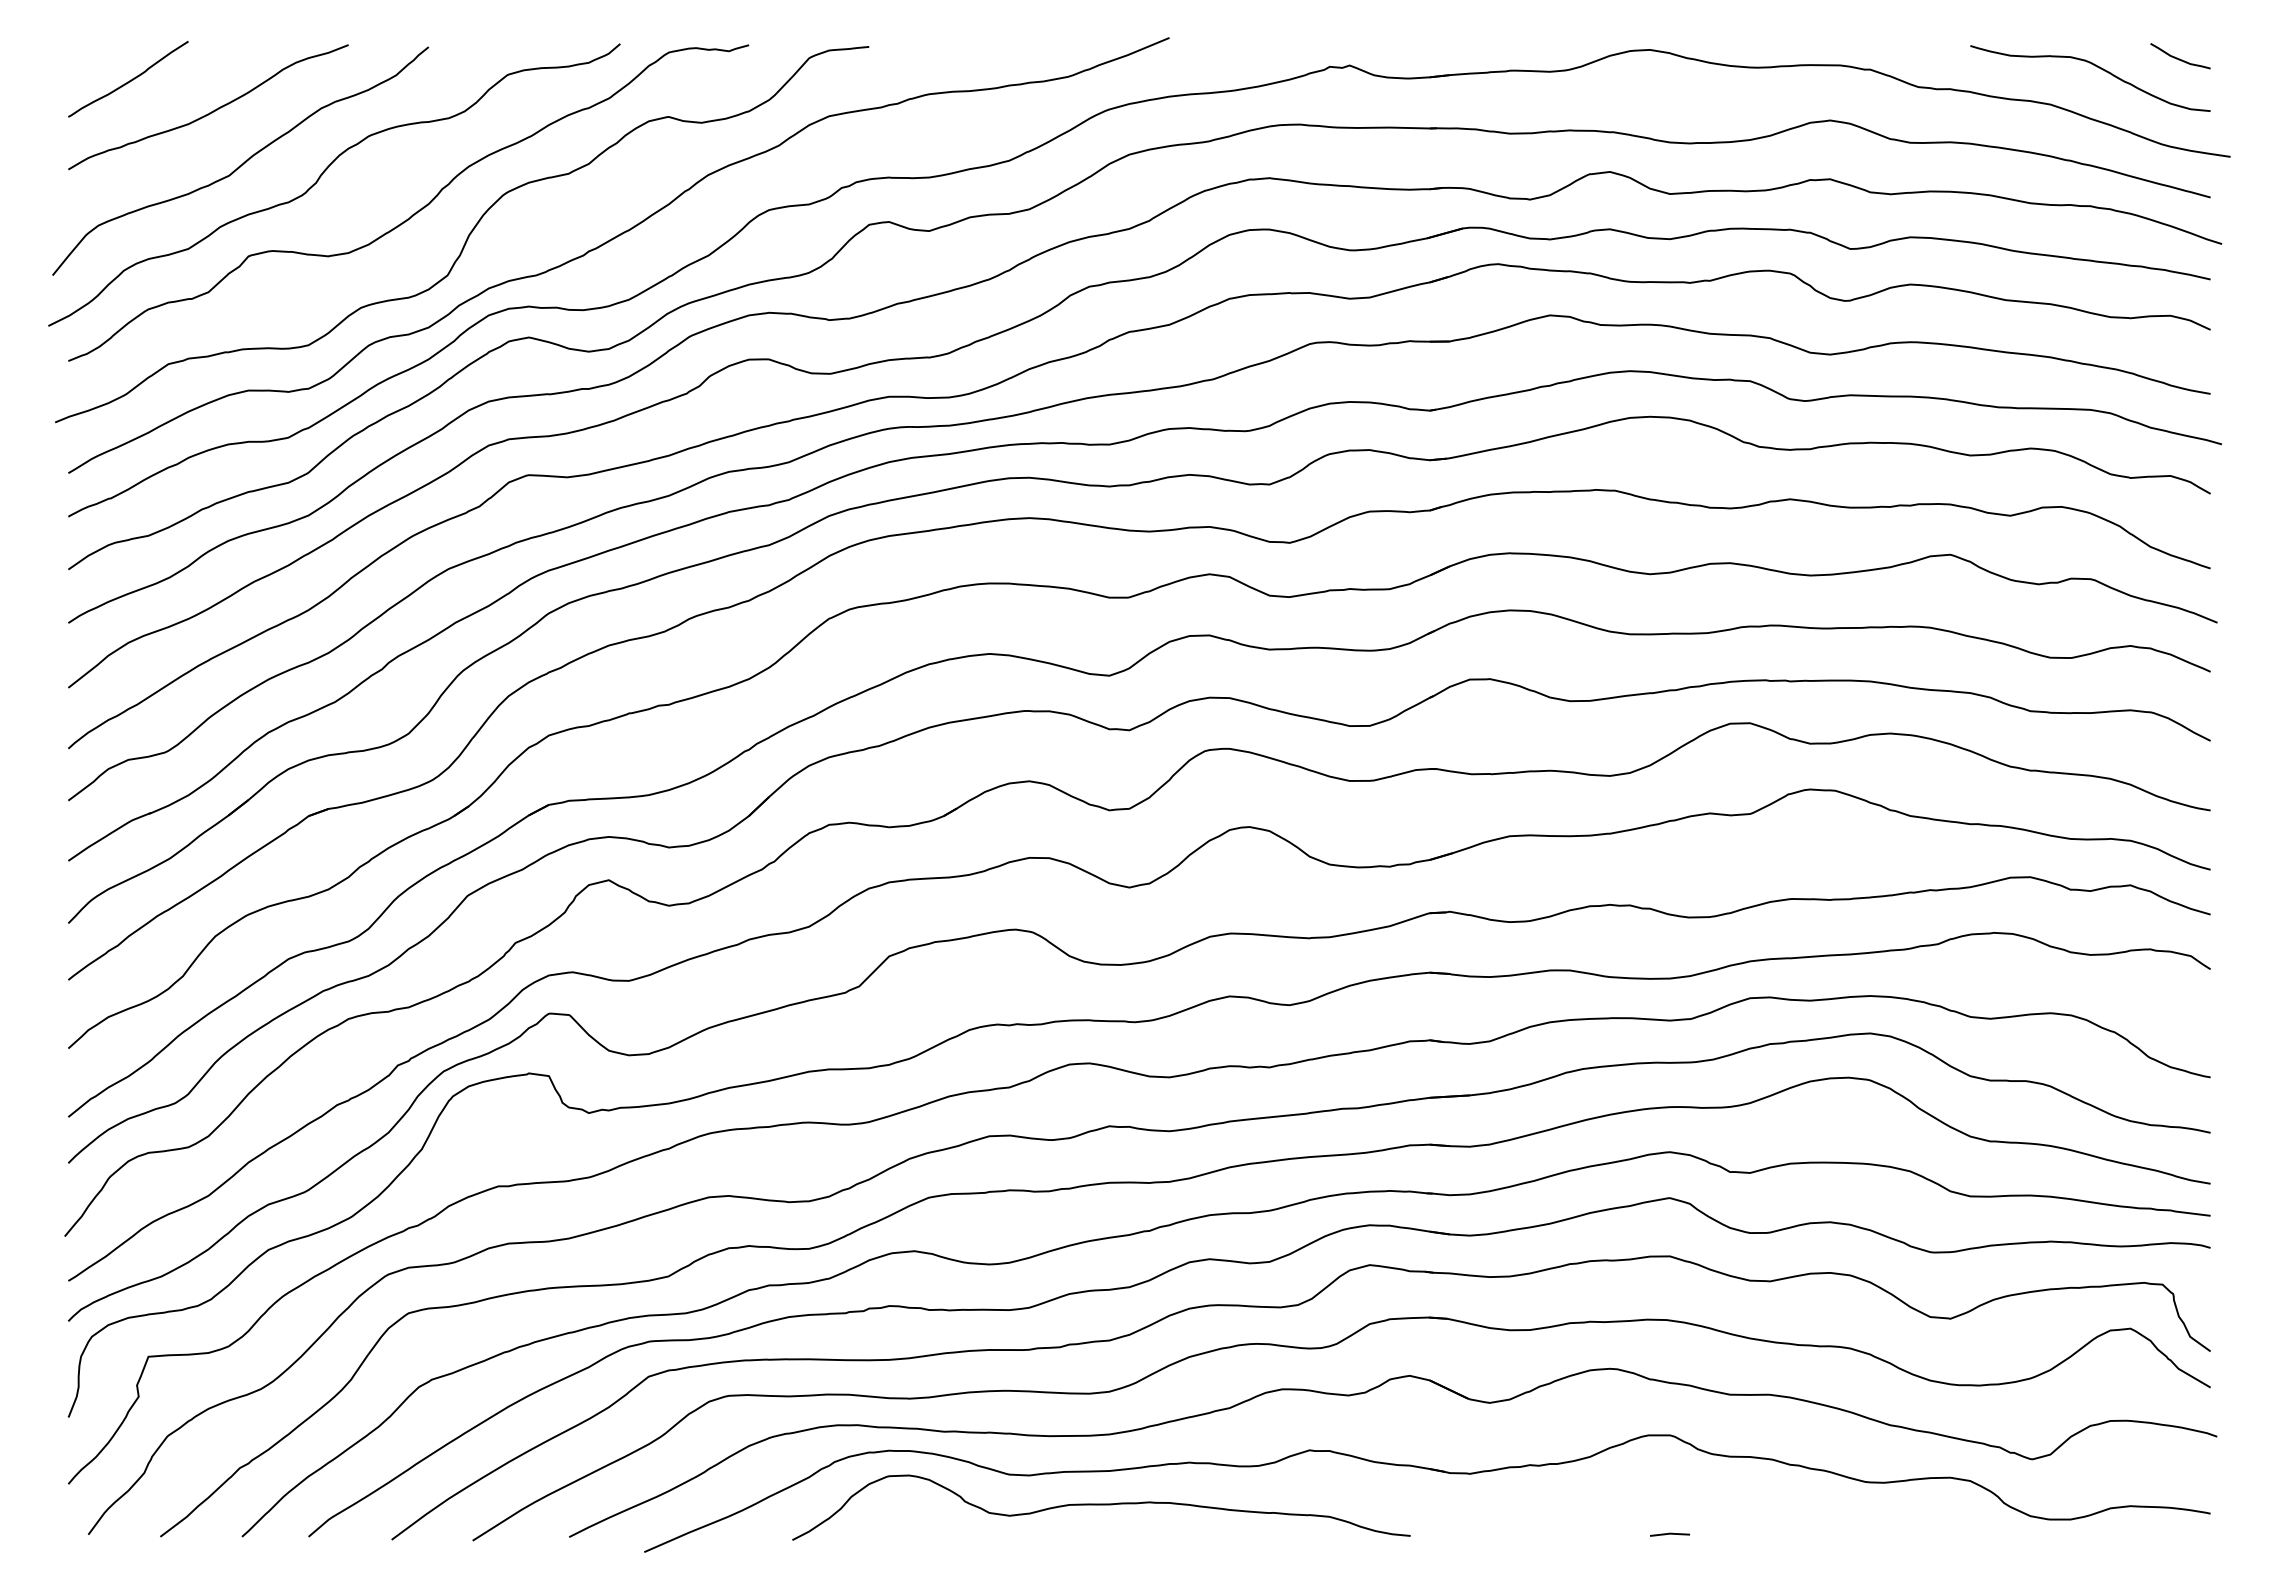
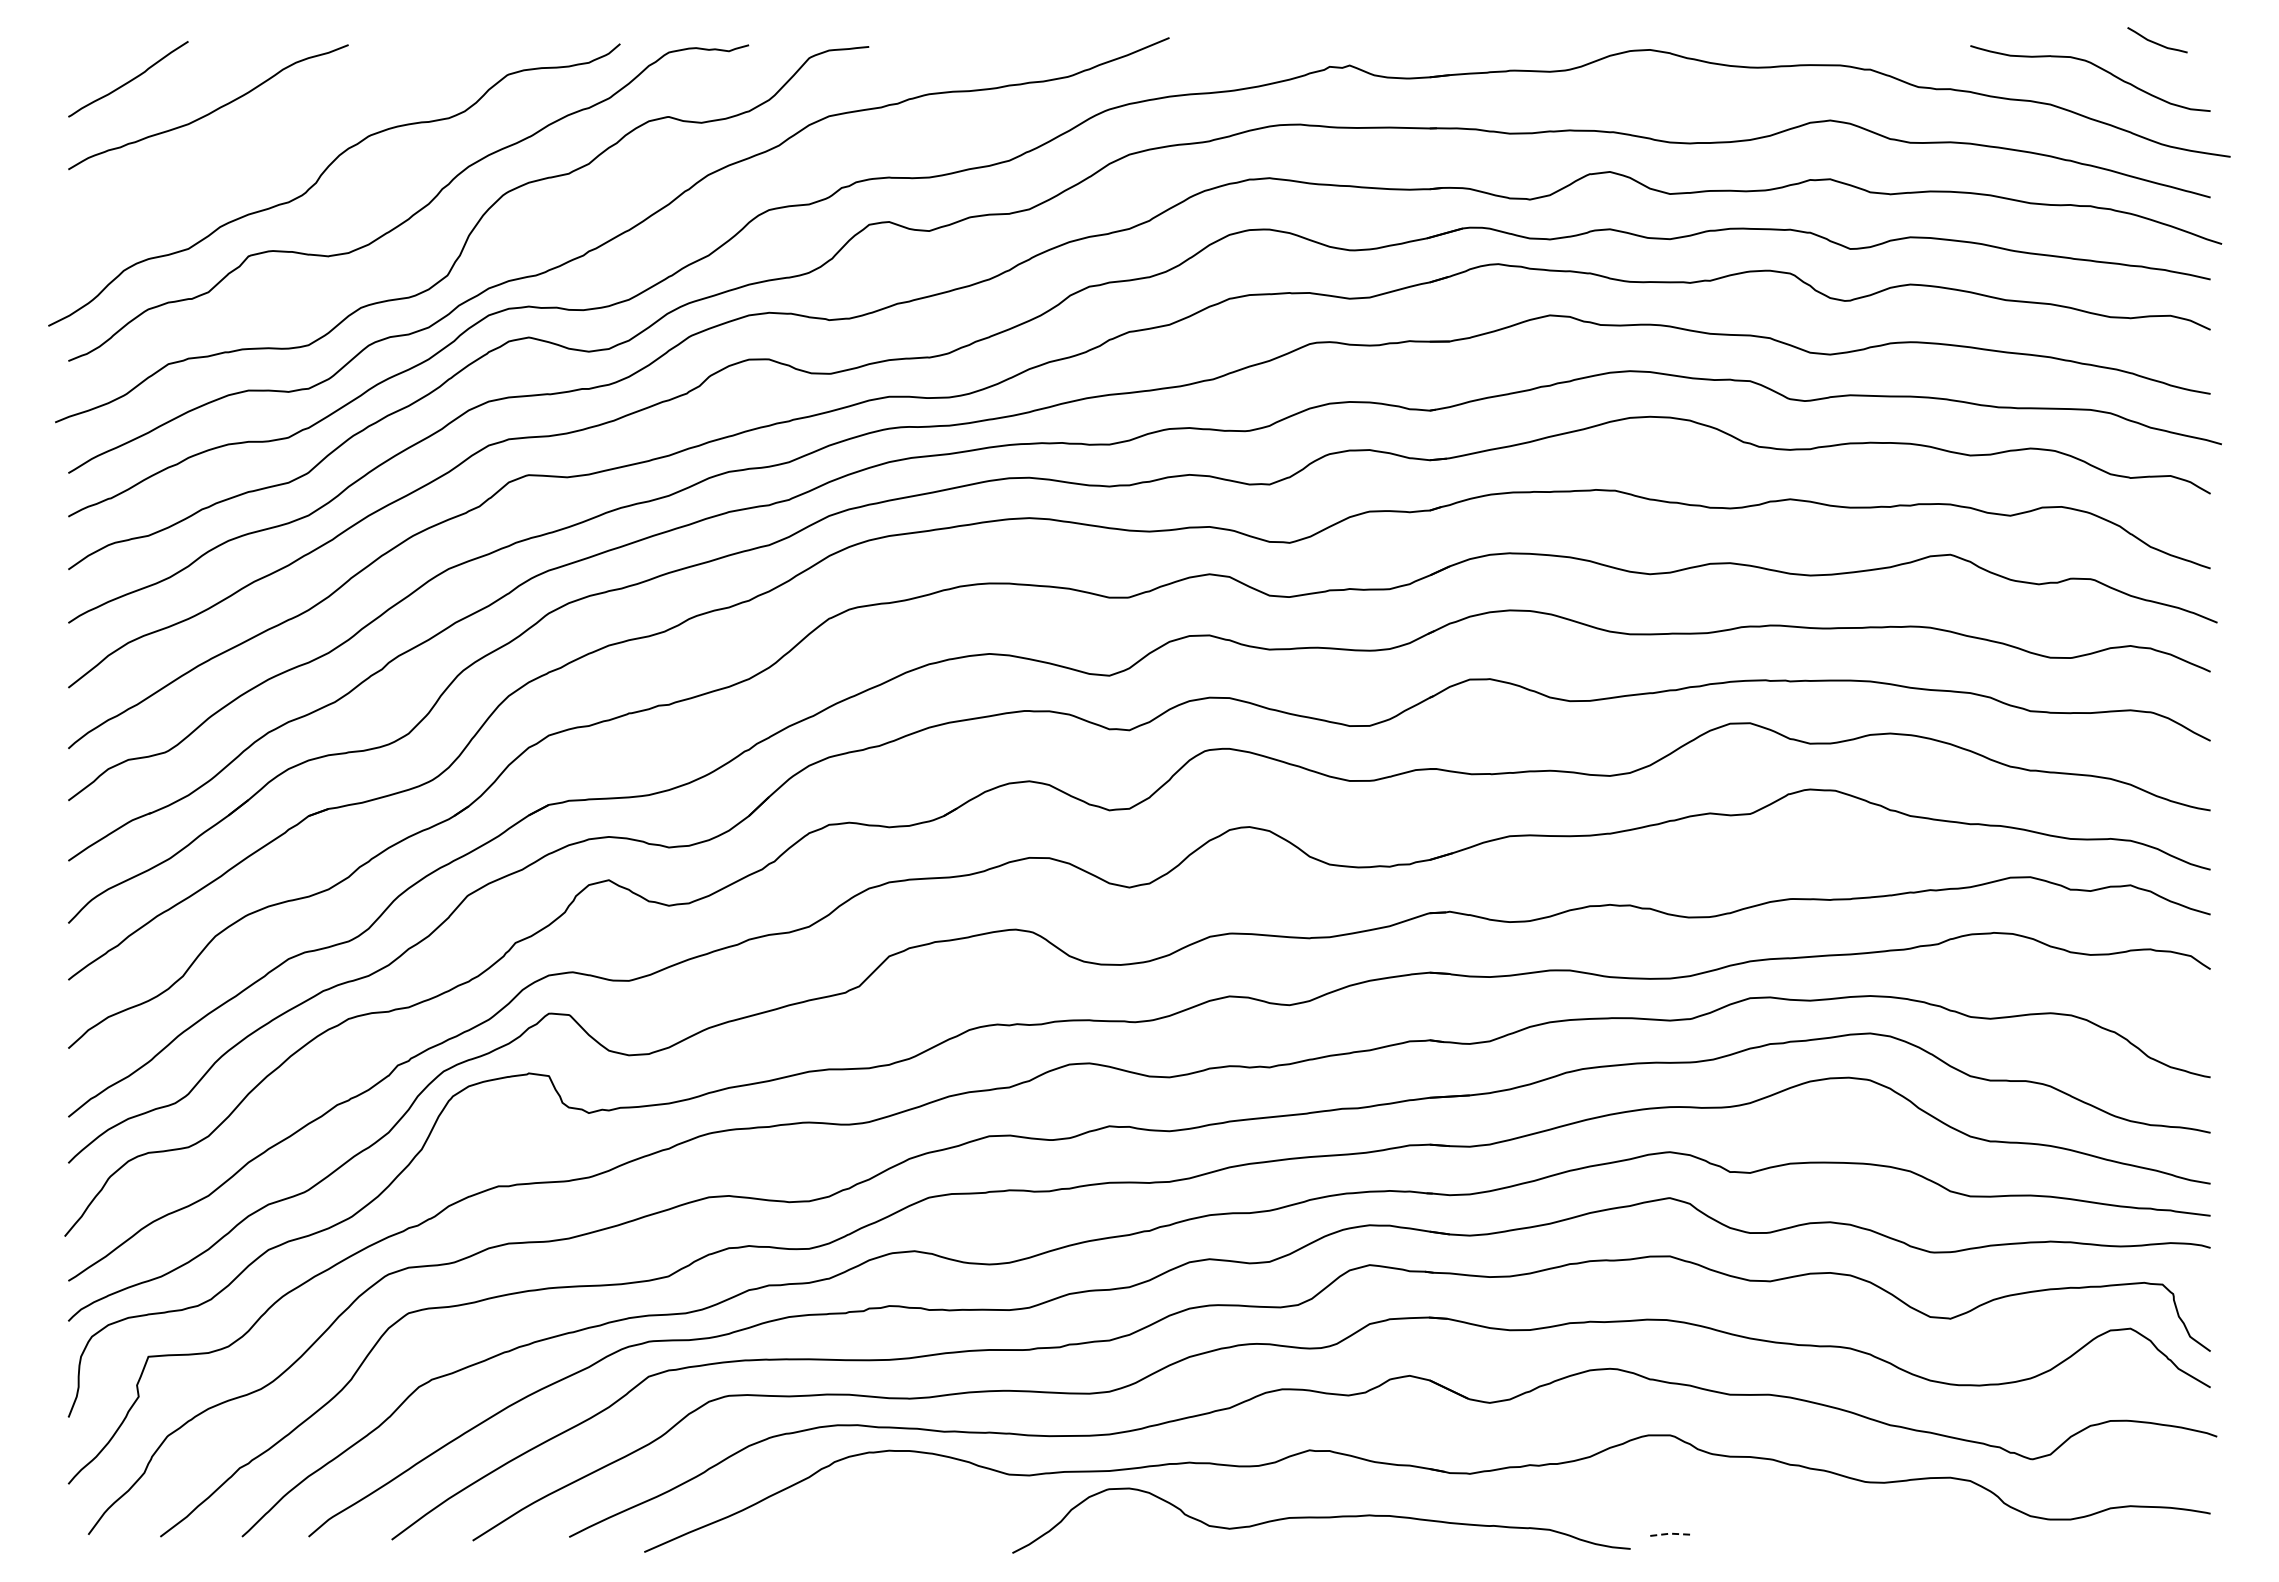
curve at (2179, 58) position: (2179, 58) -> (2156, 42)
curve at (243, 162): present -> none
curve at (1101, 1505) position: (1101, 1505) -> (1321, 1518)
line at (1670, 1533): solid -> dashed
